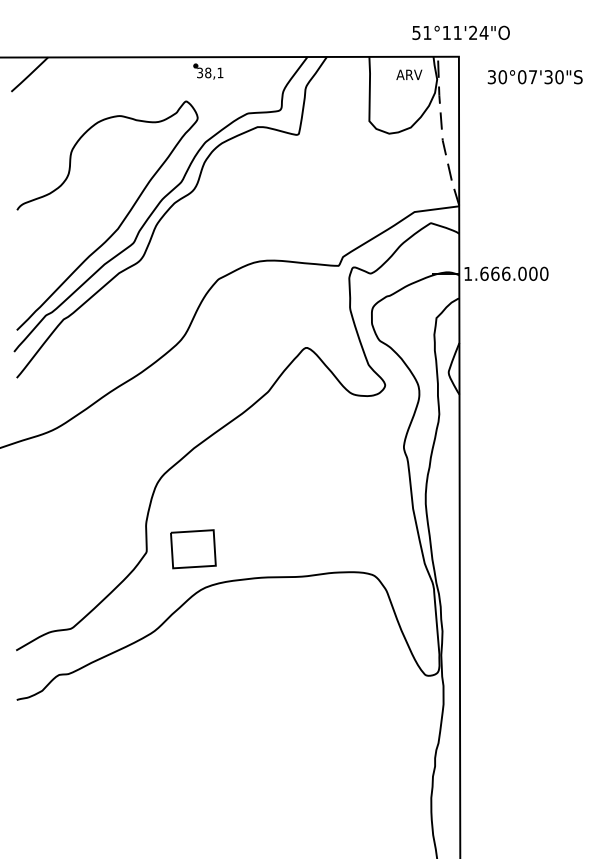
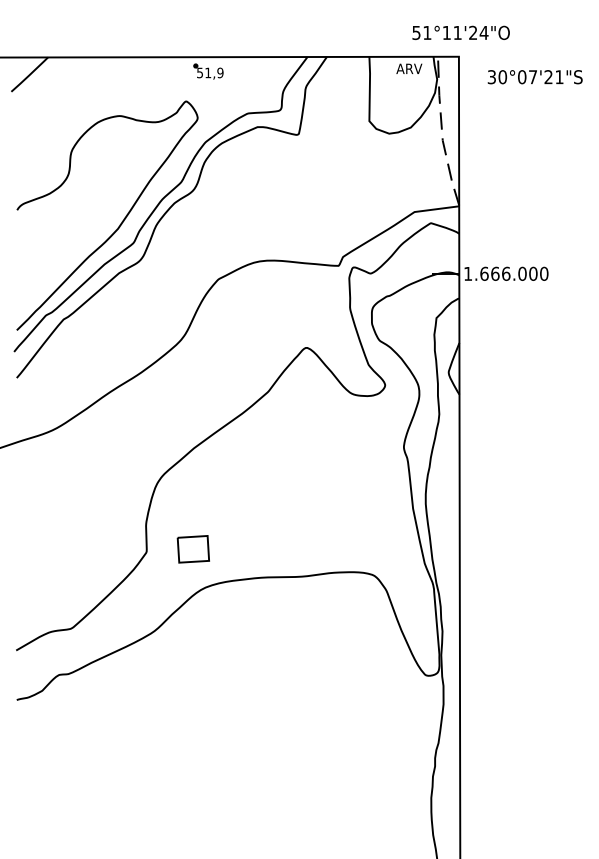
text at (210, 72): 38,1 -> 51,9
text at (409, 74) position: (409, 74) -> (409, 68)
text at (553, 77): 30°07'30"S -> 30°07'21"S
part at (193, 549) size: 47x41 px -> 34x29 px
